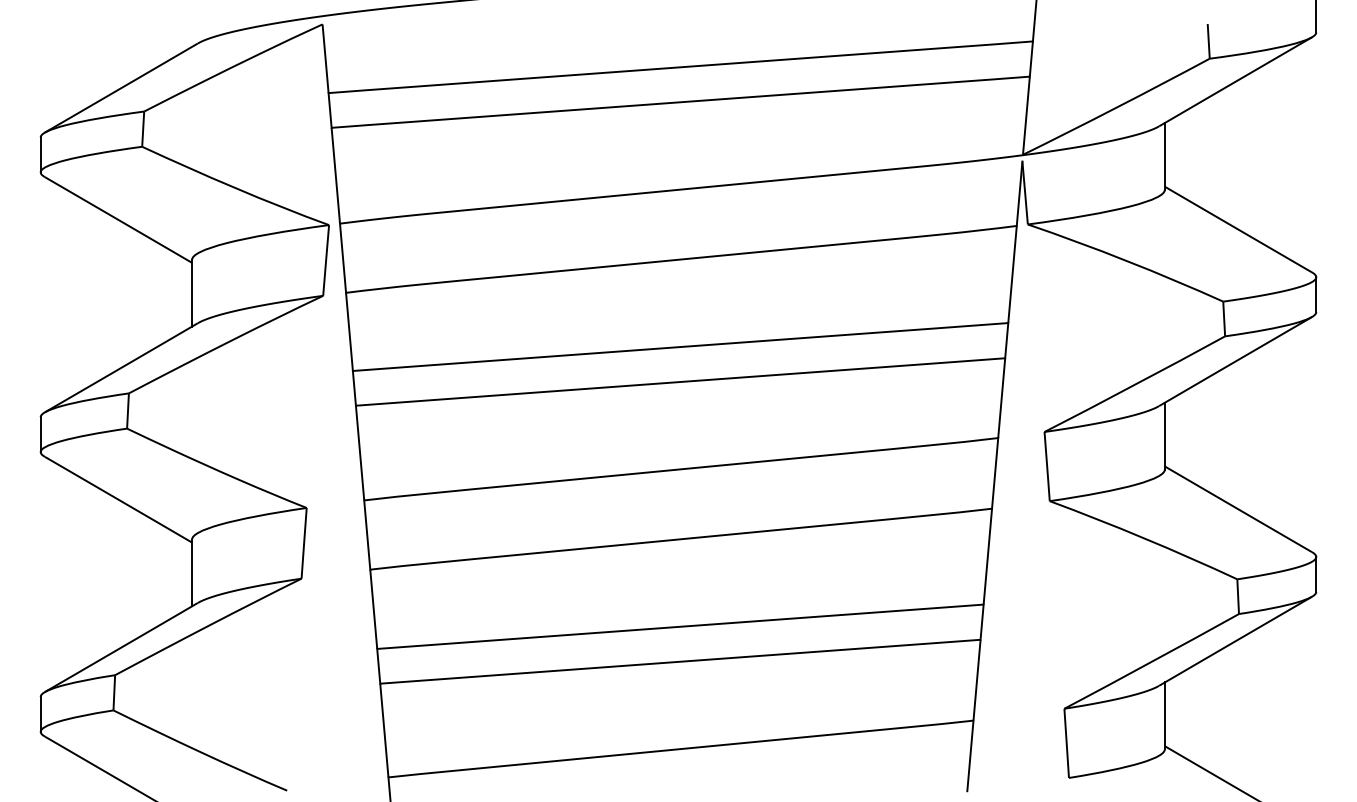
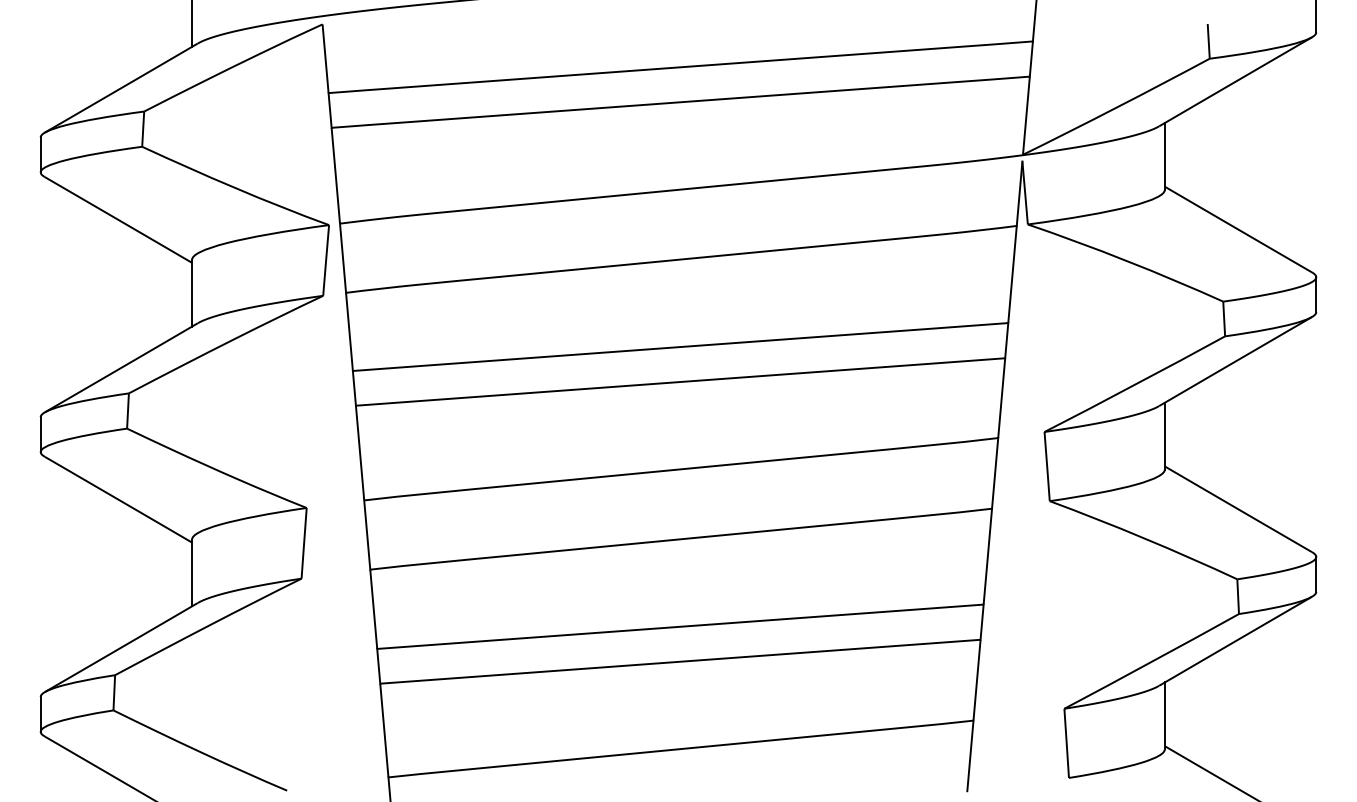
line at (192, 24): none -> present
